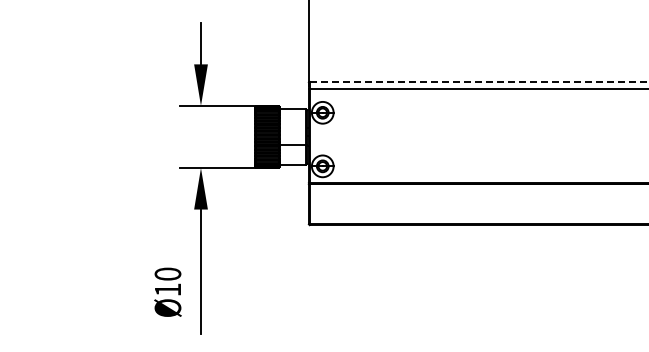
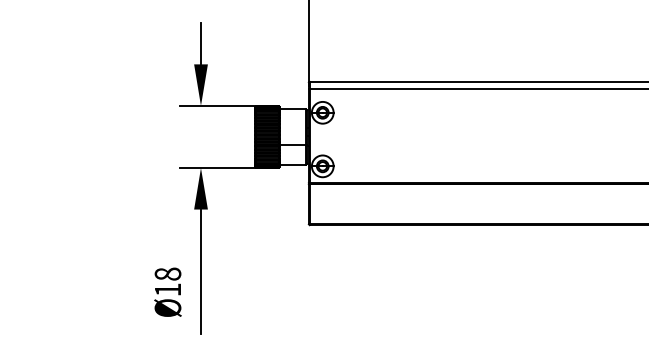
line at (479, 81): dashed -> solid
text at (168, 273): Ø10 -> Ø18
